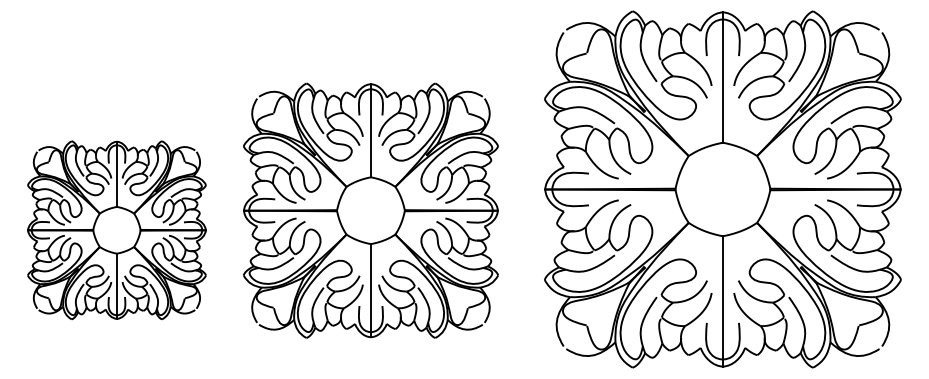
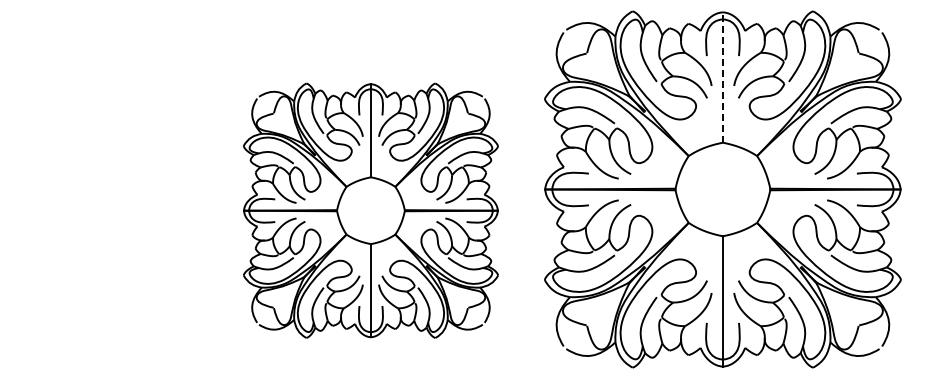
line at (722, 77): solid -> dashed
part at (116, 230): present -> none
